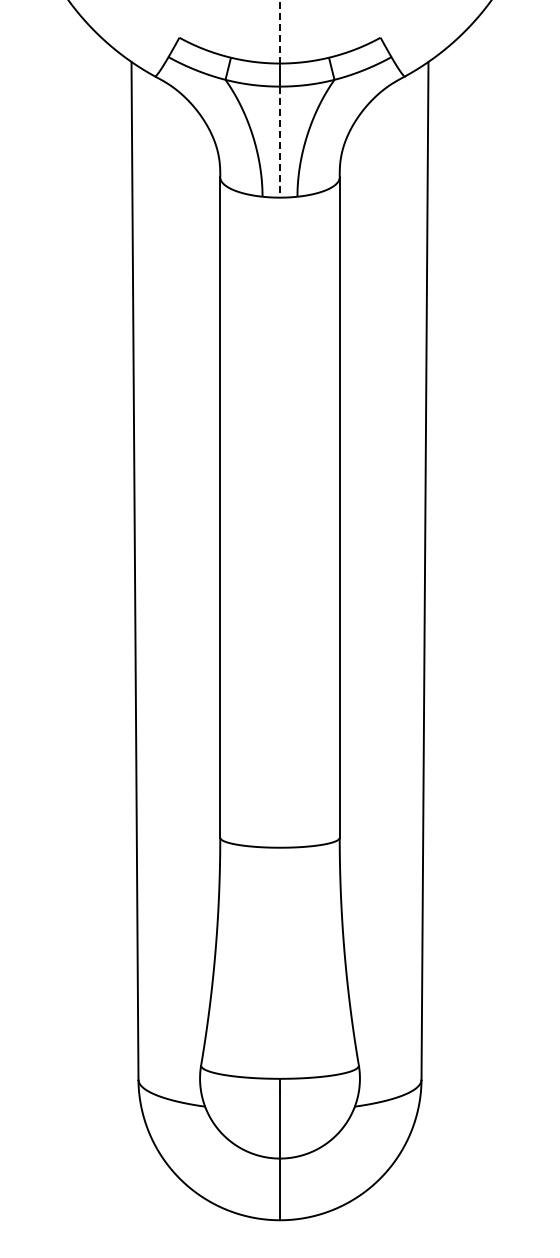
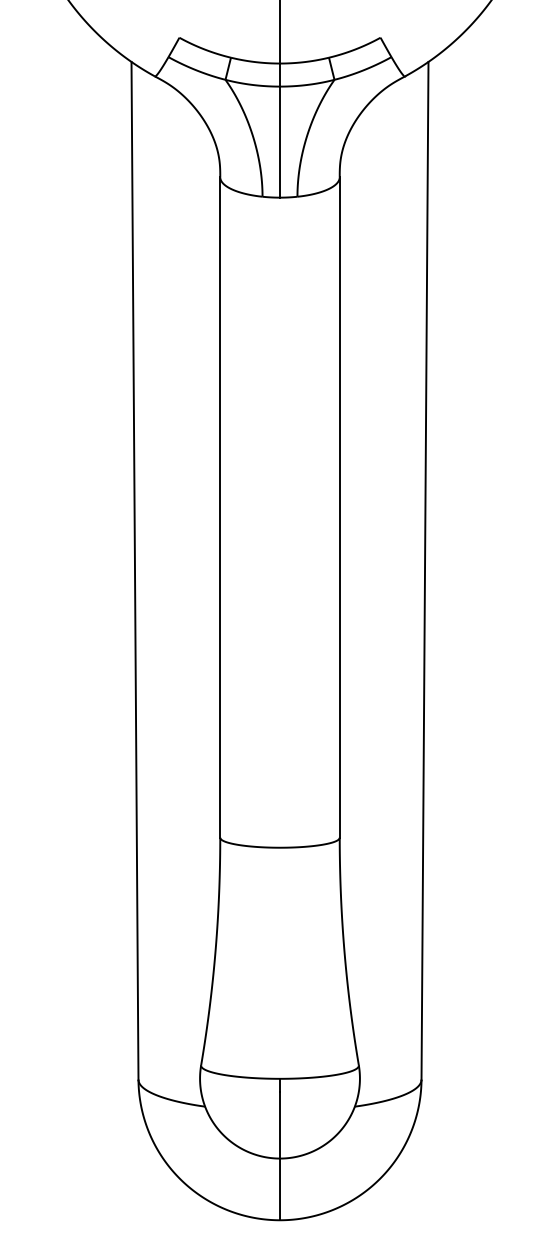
line at (280, 31): dashed -> solid
line at (280, 142): dashed -> solid
